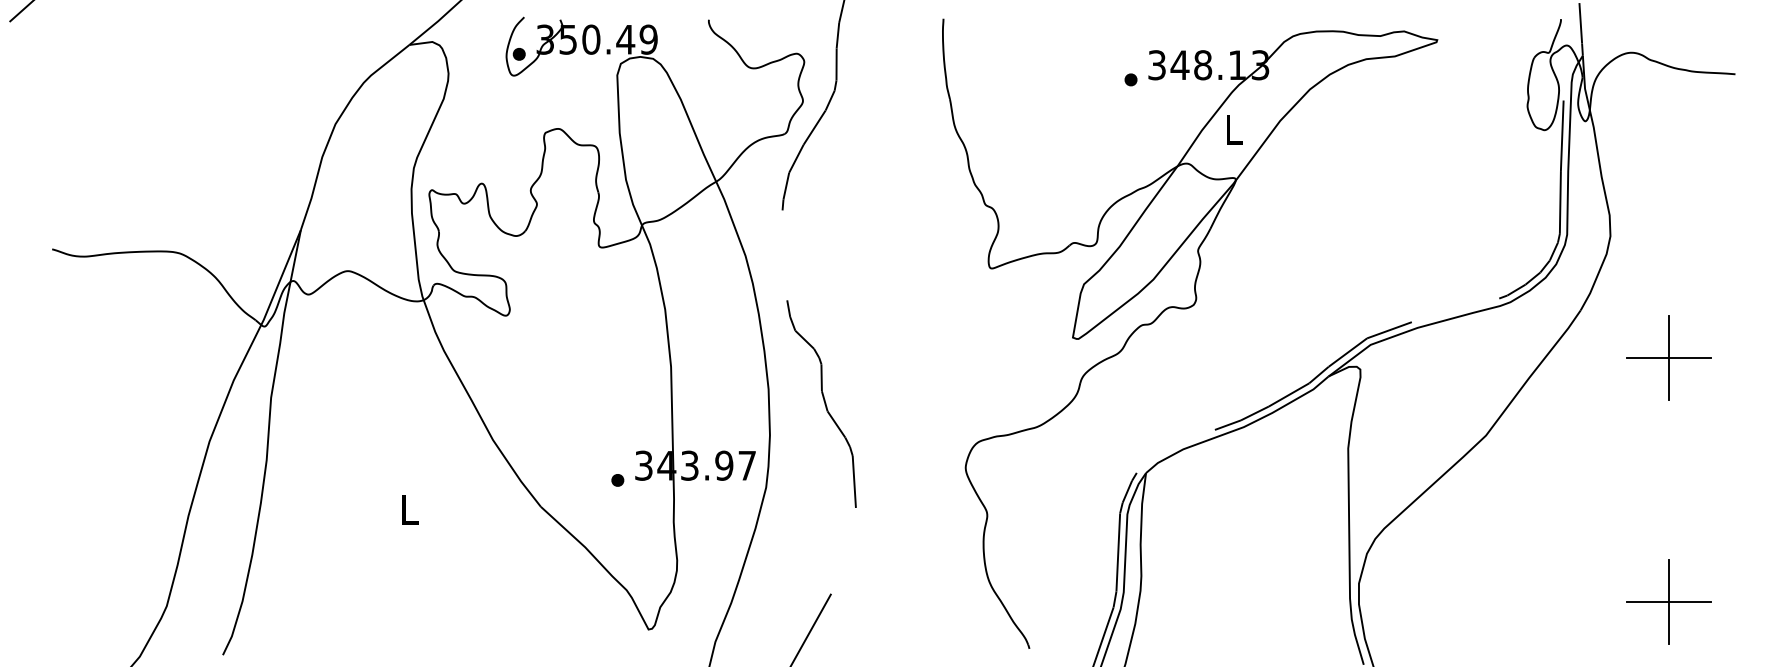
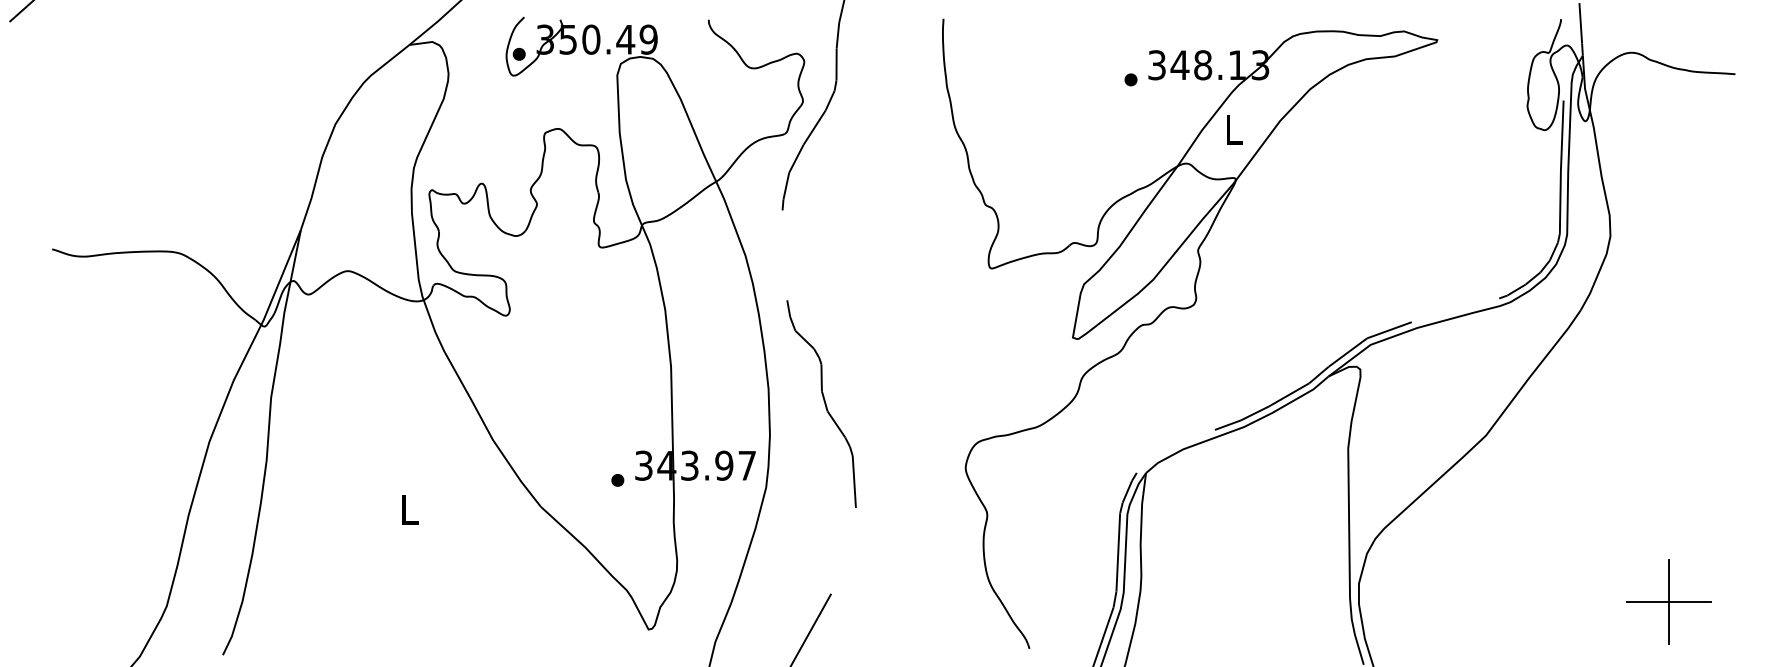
part at (1668, 357): present -> none
